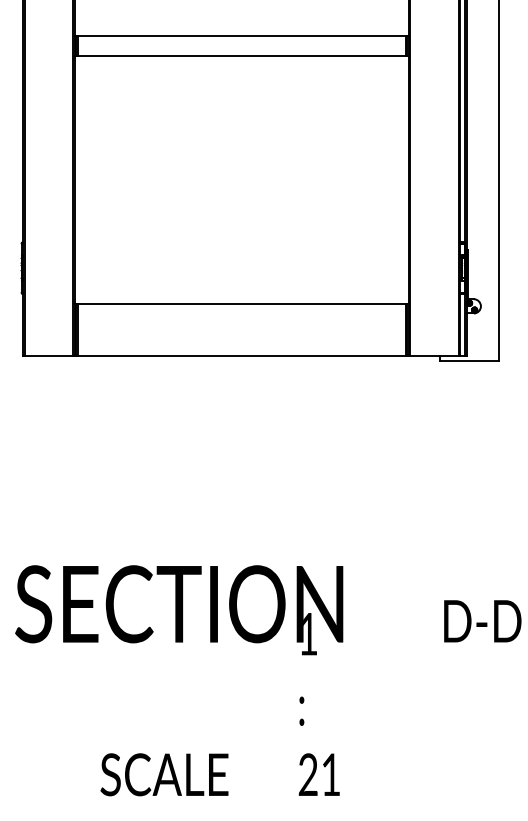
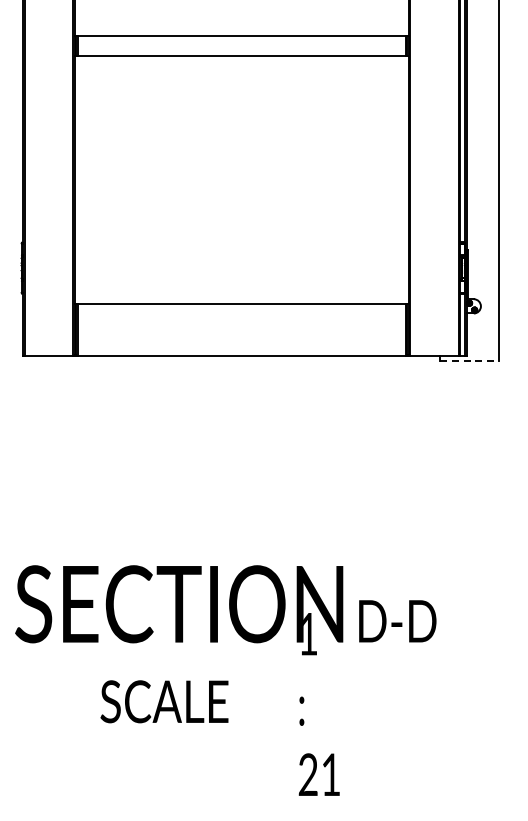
line at (469, 360): solid -> dashed
text at (482, 621) position: (482, 621) -> (397, 621)
text at (164, 774) position: (164, 774) -> (164, 701)
